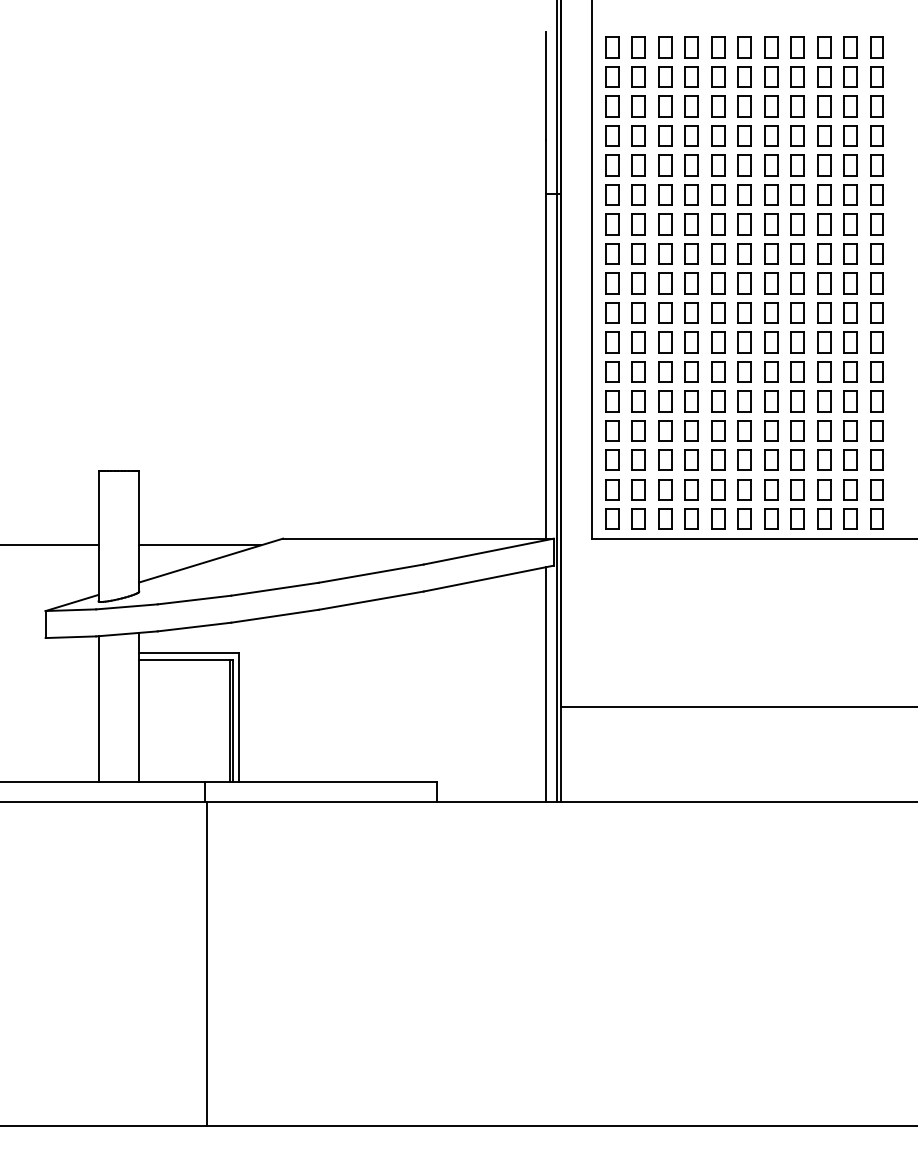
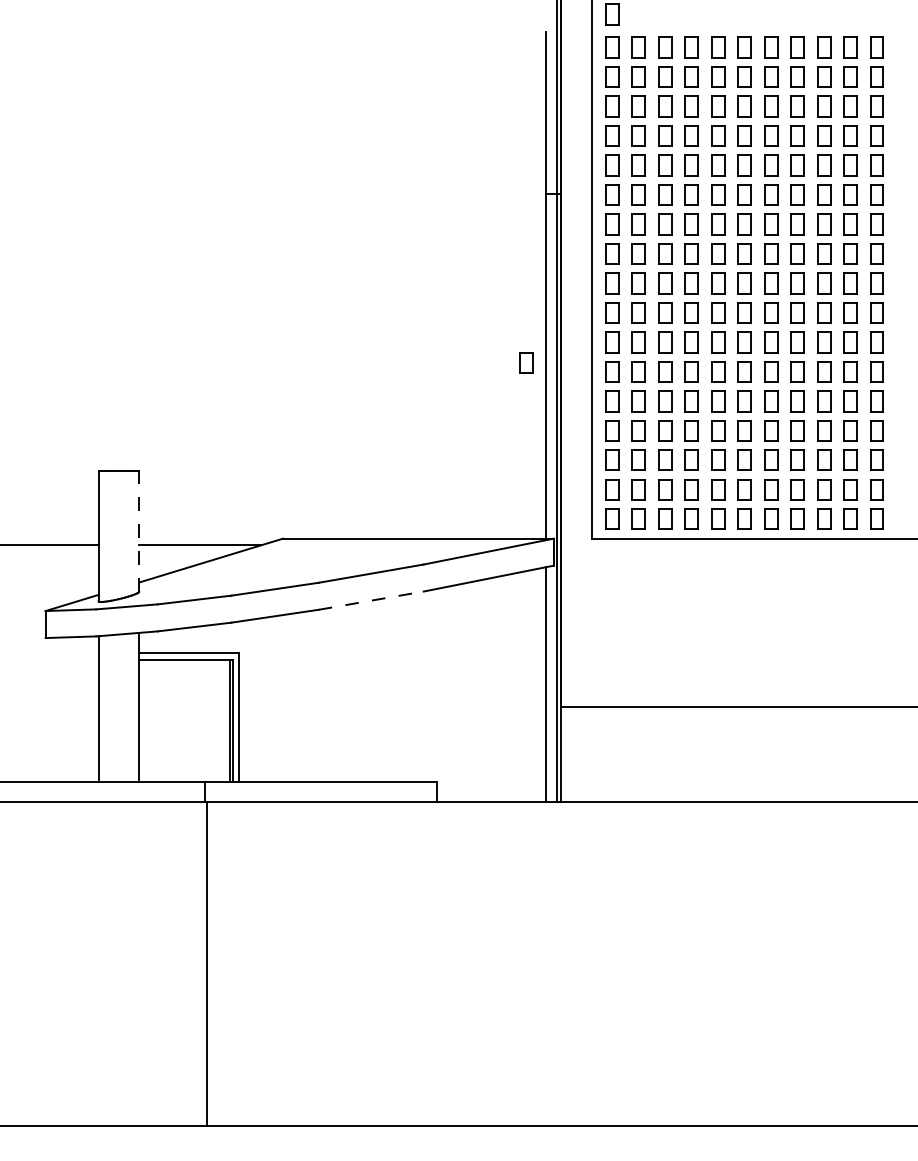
part at (612, 14): none -> present
part at (526, 362): none -> present
line at (139, 531): solid -> dashed
line at (371, 600): solid -> dashed
